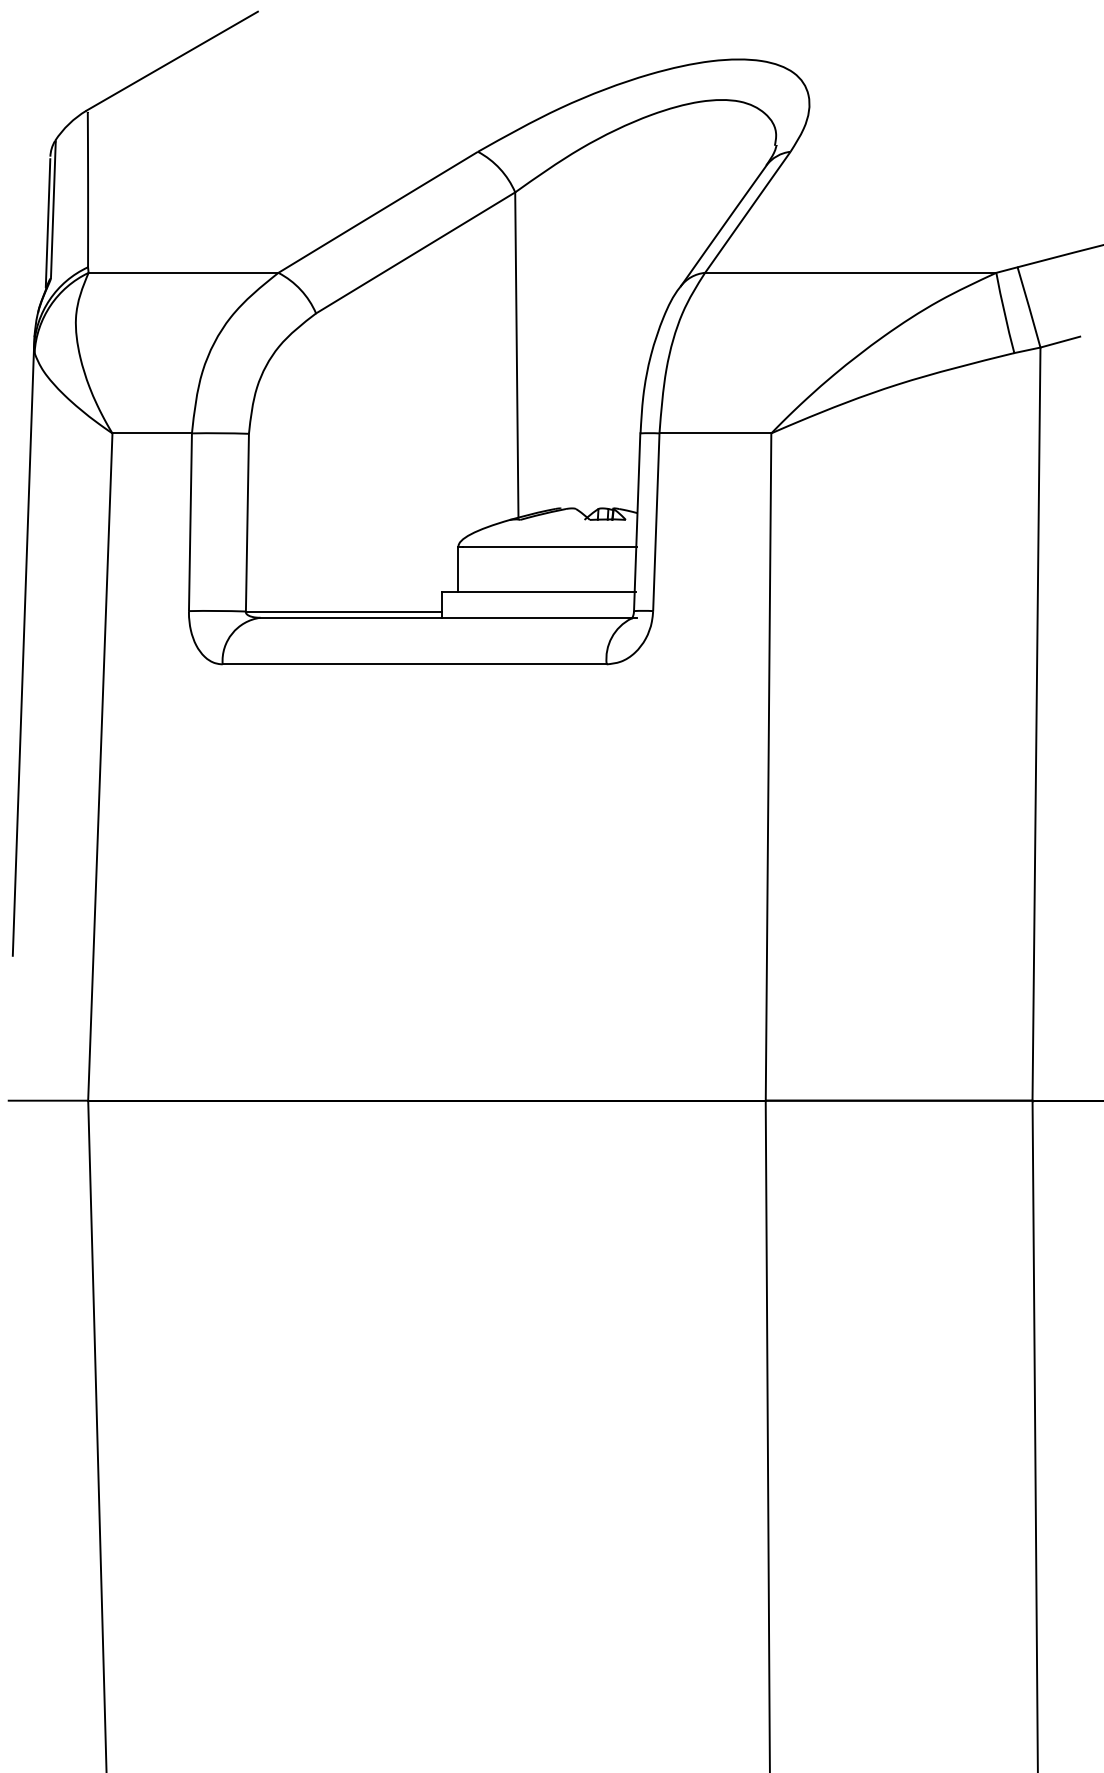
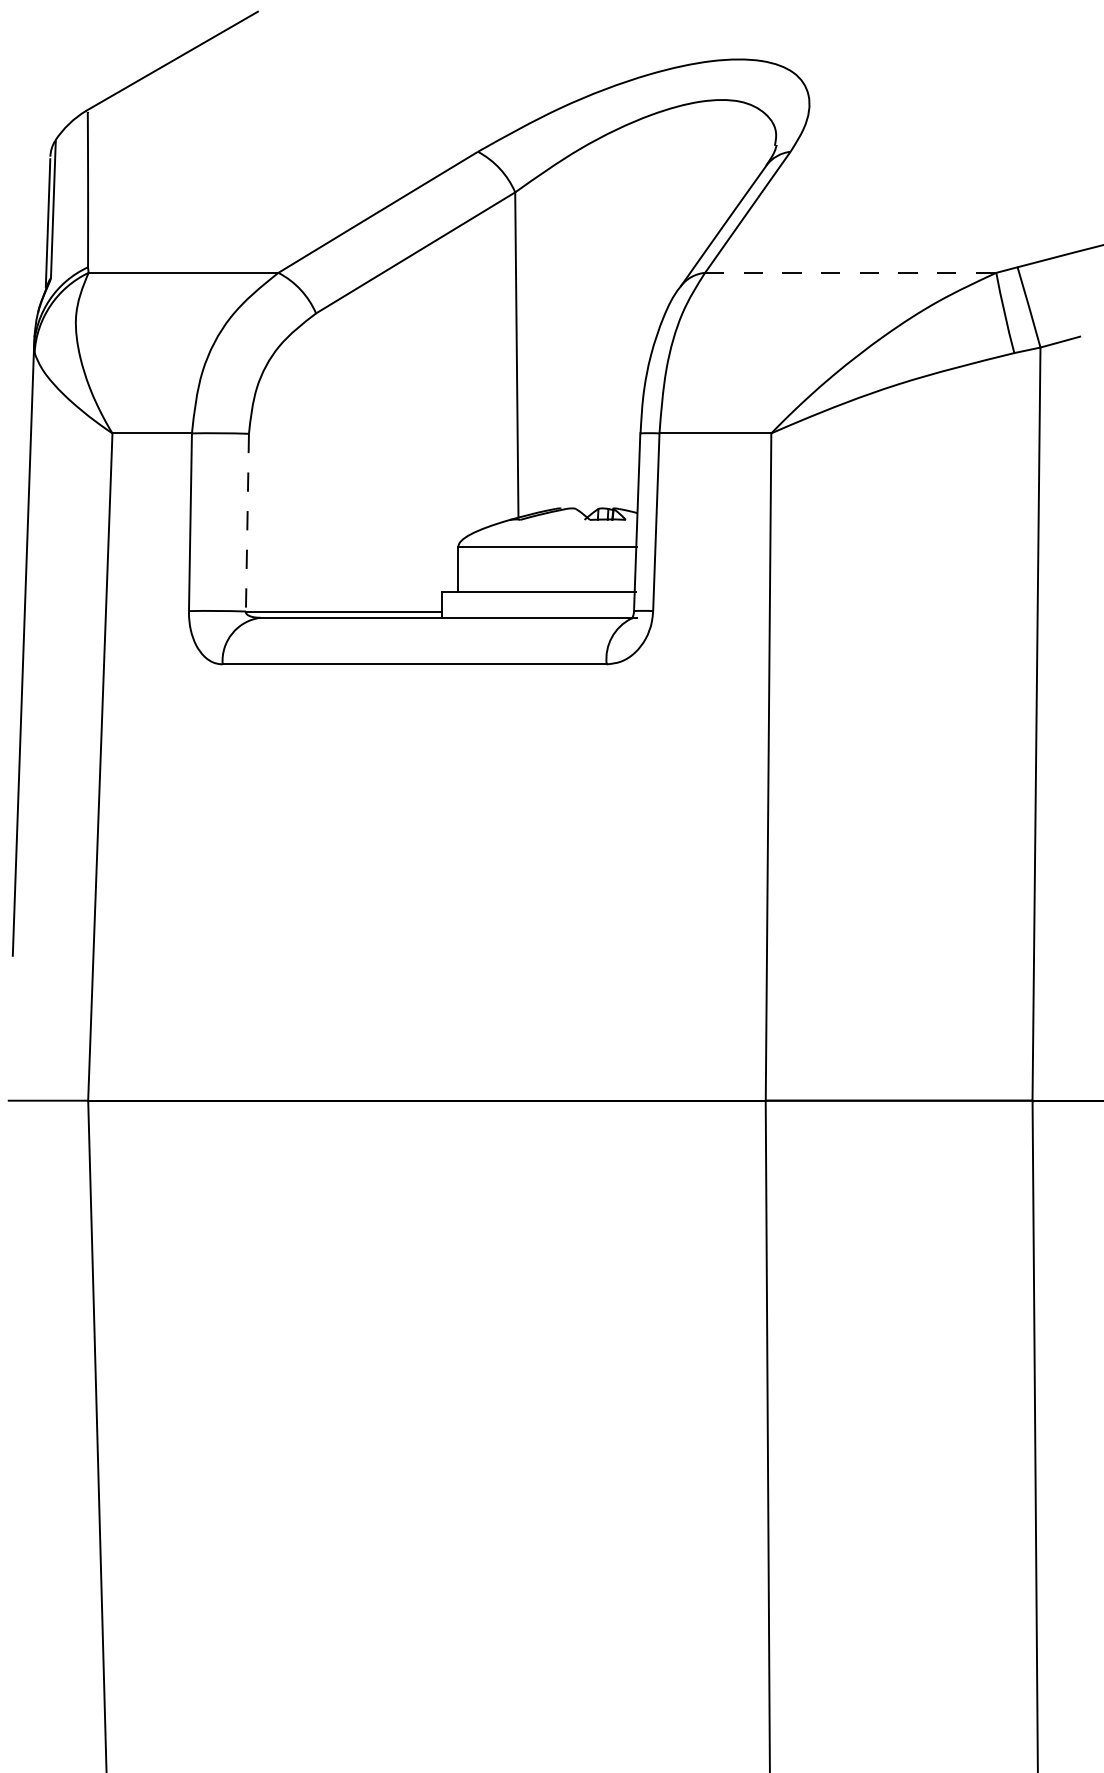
line at (850, 272): solid -> dashed
line at (247, 522): solid -> dashed
